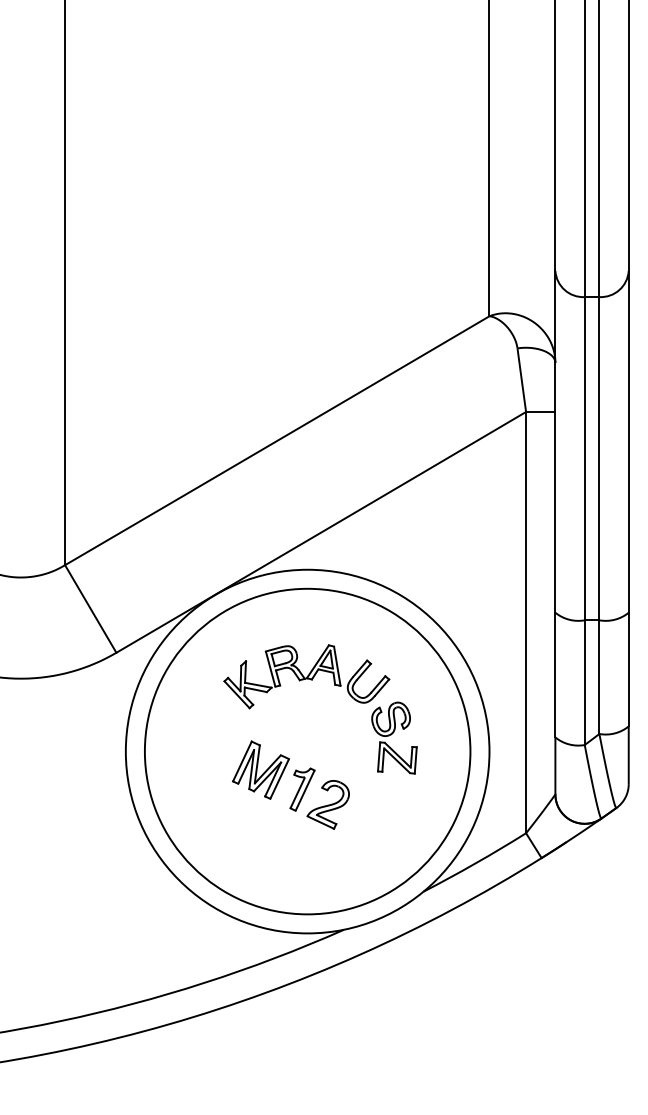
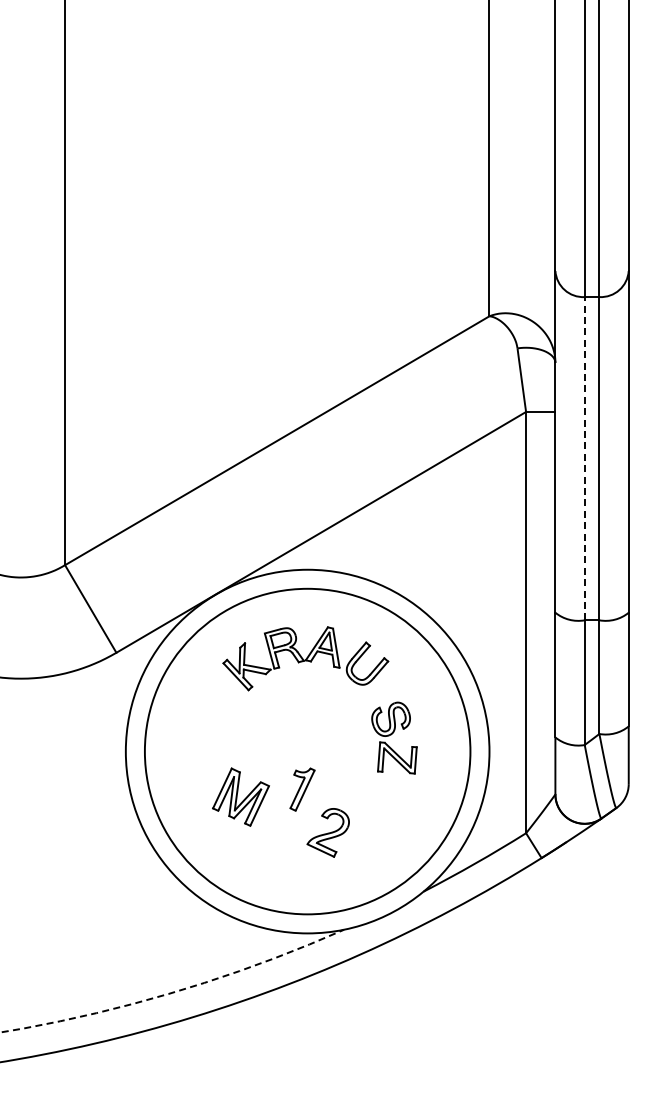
line at (584, 458): solid -> dashed
part at (306, 676) position: (306, 676) -> (305, 658)
part at (260, 769) position: (260, 769) -> (240, 796)
part at (327, 804) position: (327, 804) -> (327, 832)
arc at (175, 991): solid -> dashed
